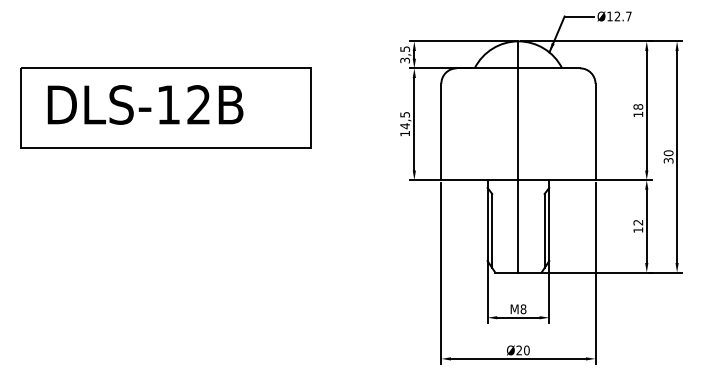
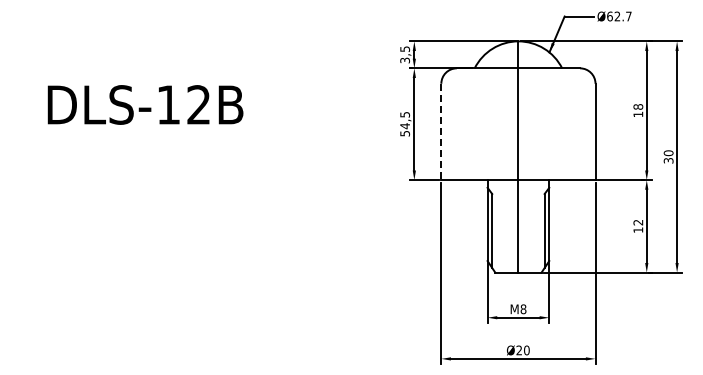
text at (609, 16): Ø12.7 -> Ø62.7
part at (165, 107): present -> none
line at (441, 132): solid -> dashed
text at (405, 133): 14,5 -> 54,5
